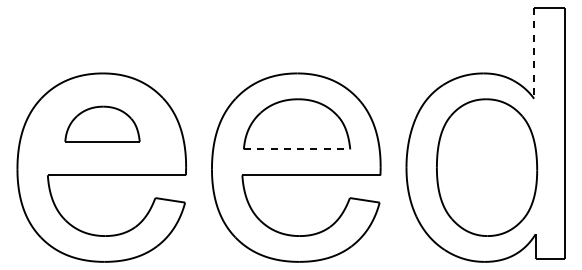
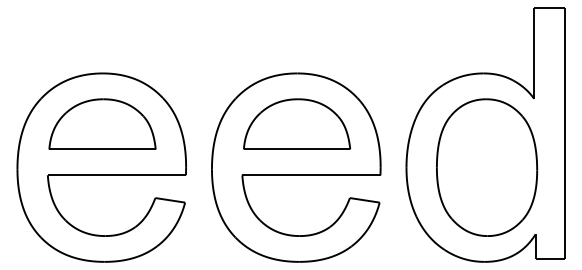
line at (534, 53): dashed -> solid
part at (102, 123) size: 77x38 px -> 109x52 px
line at (297, 149): dashed -> solid
